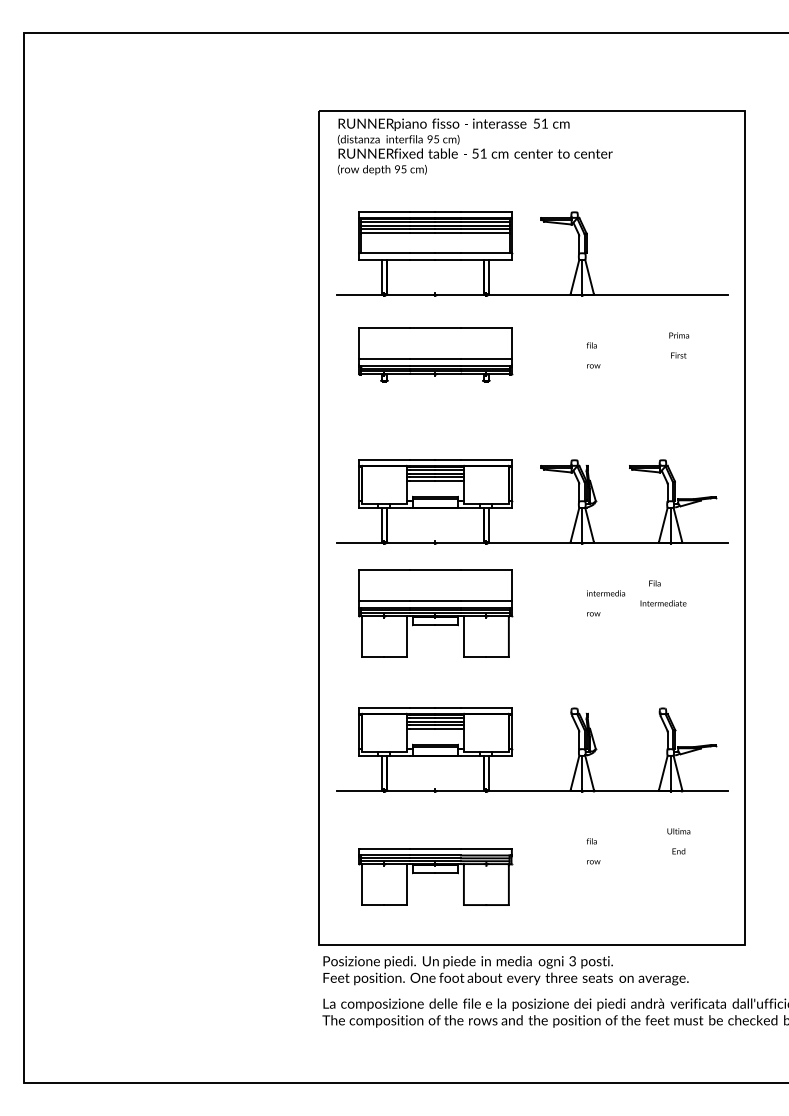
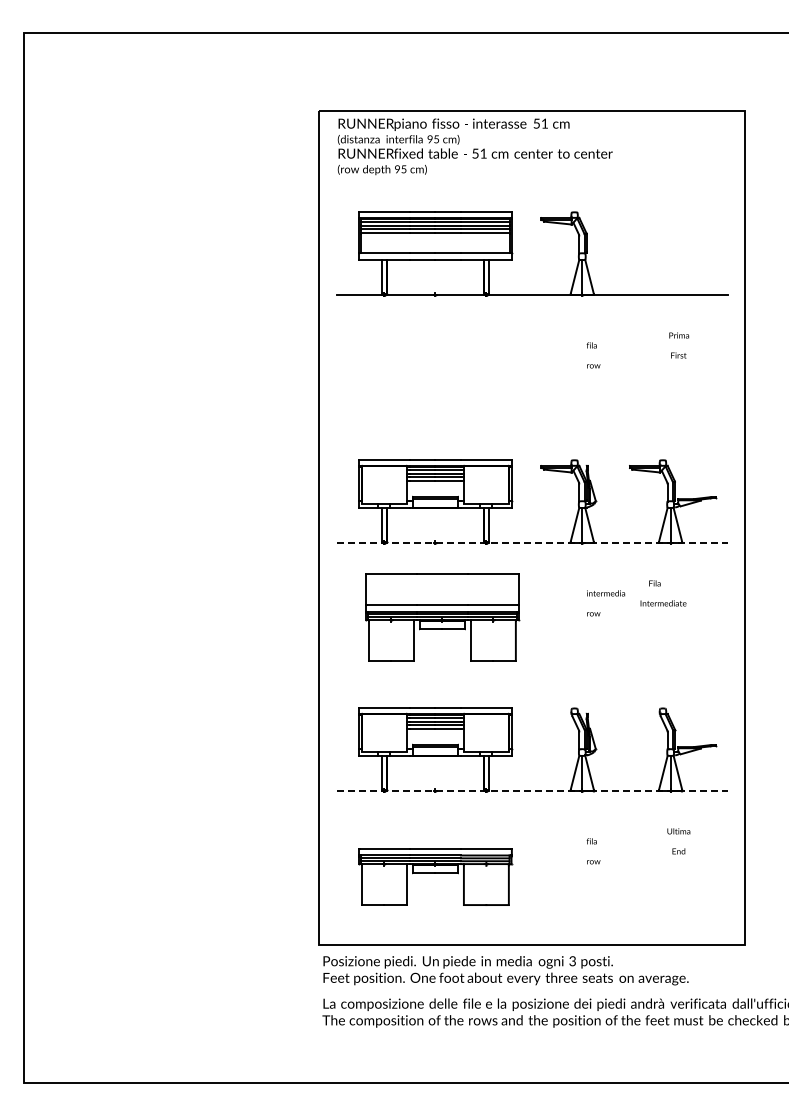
part at (435, 354): present -> none
line at (532, 542): solid -> dashed
part at (435, 613) position: (435, 613) -> (442, 617)
line at (532, 790): solid -> dashed
